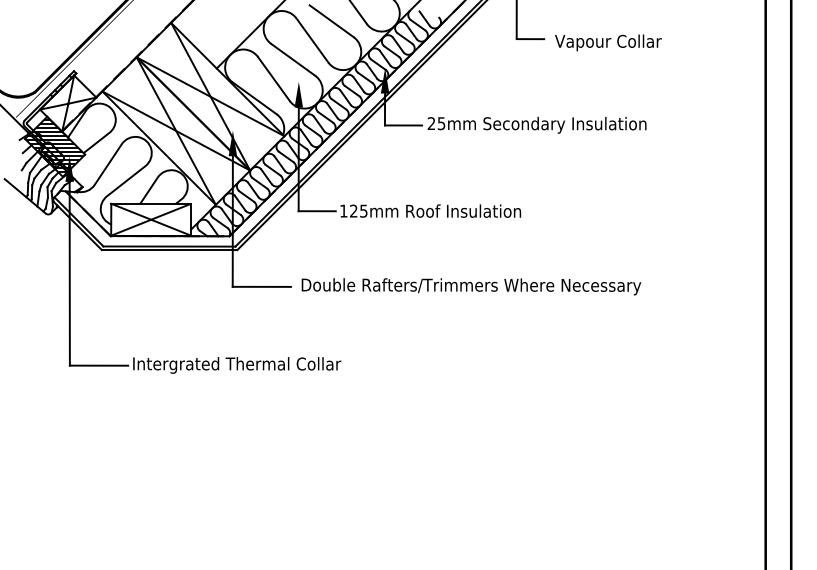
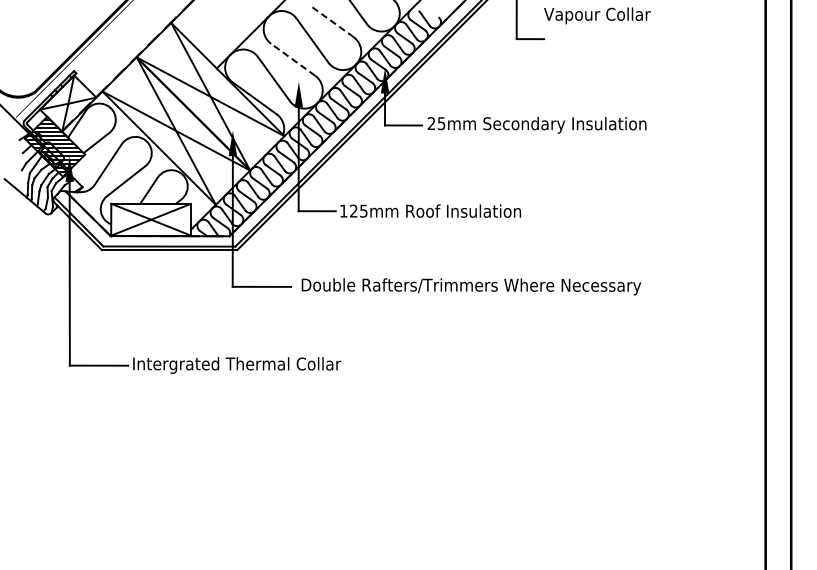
line at (331, 21): solid -> dashed
text at (608, 42) position: (608, 42) -> (597, 15)
line at (292, 59): solid -> dashed
